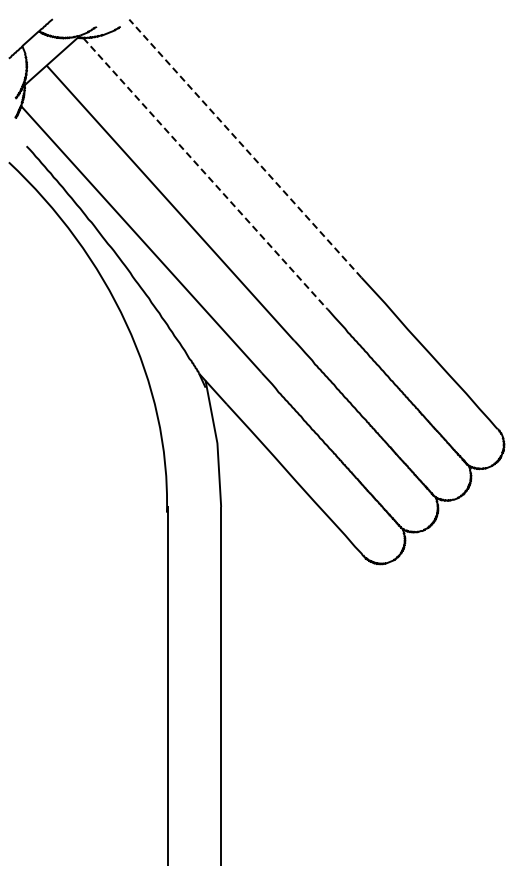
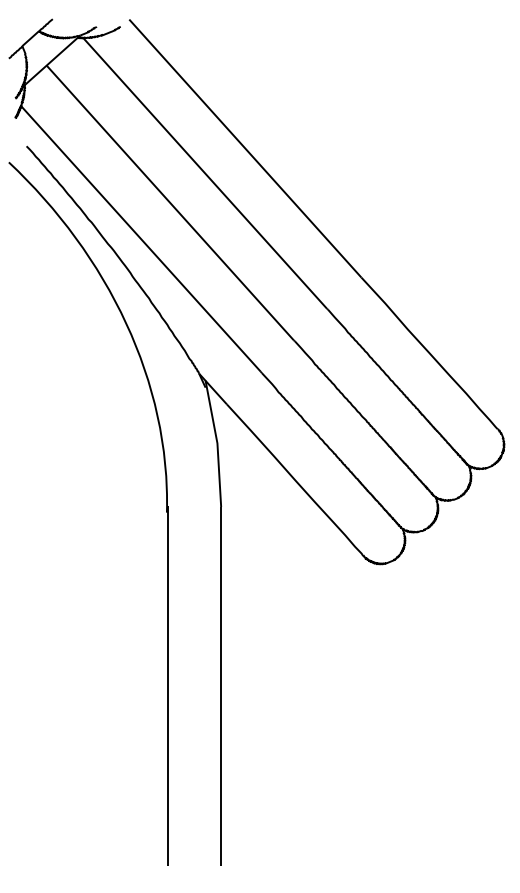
line at (245, 148): dashed -> solid
line at (205, 173): dashed -> solid
